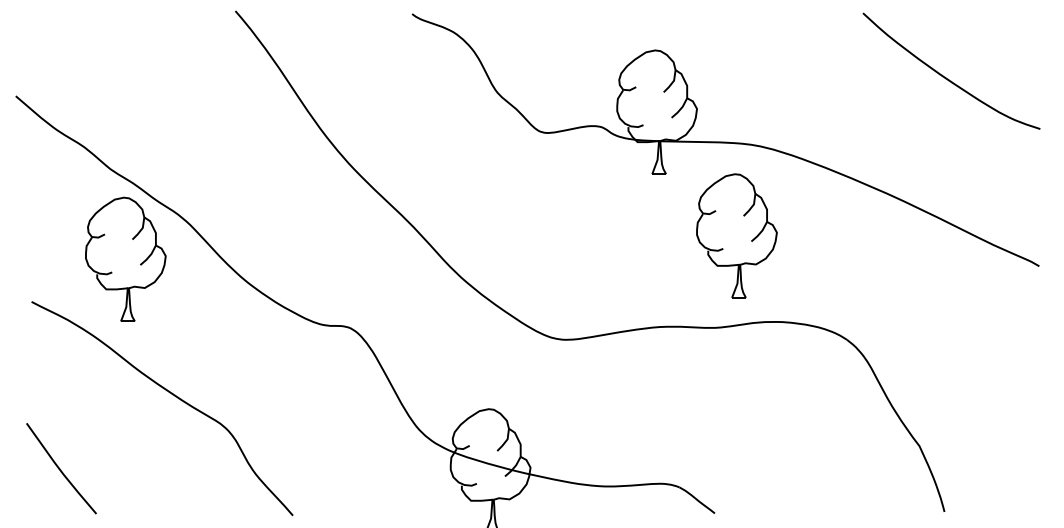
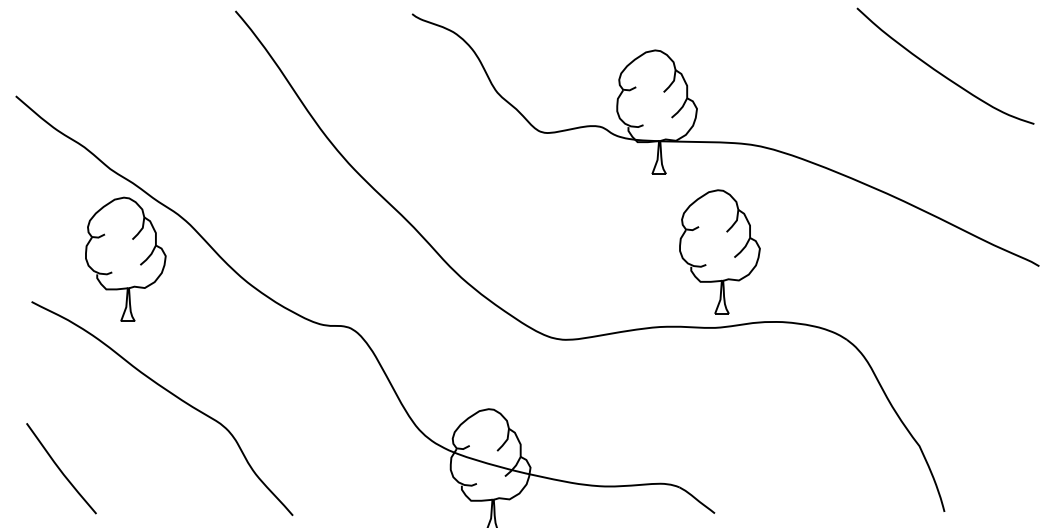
curve at (945, 76) position: (945, 76) -> (939, 71)
part at (736, 235) position: (736, 235) -> (719, 251)
